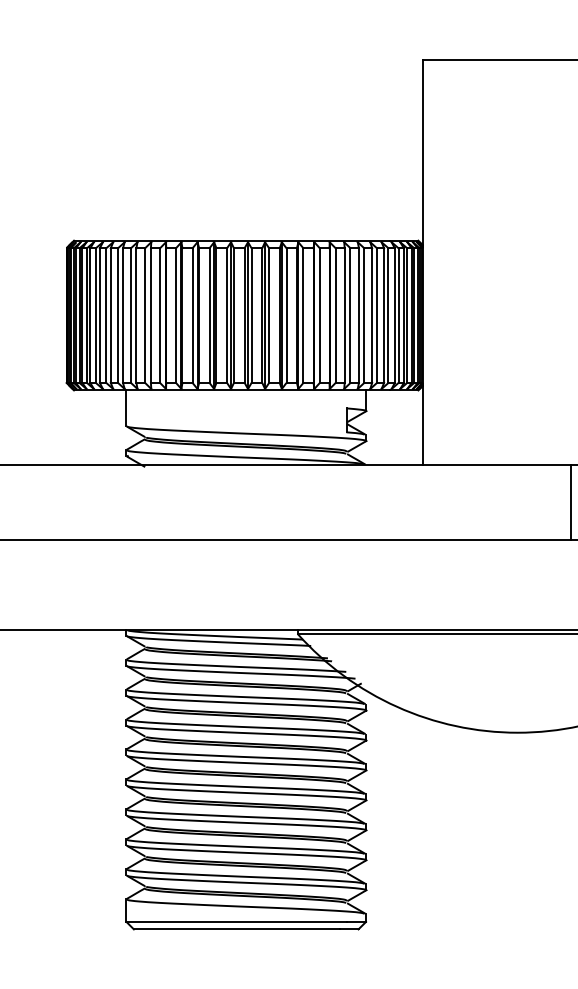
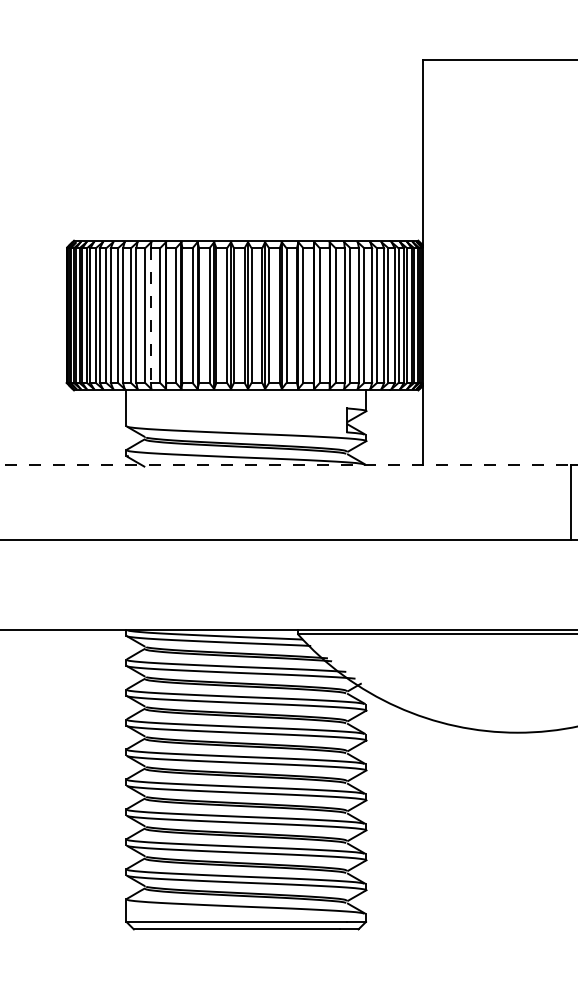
line at (150, 316): solid -> dashed
line at (286, 465): solid -> dashed
